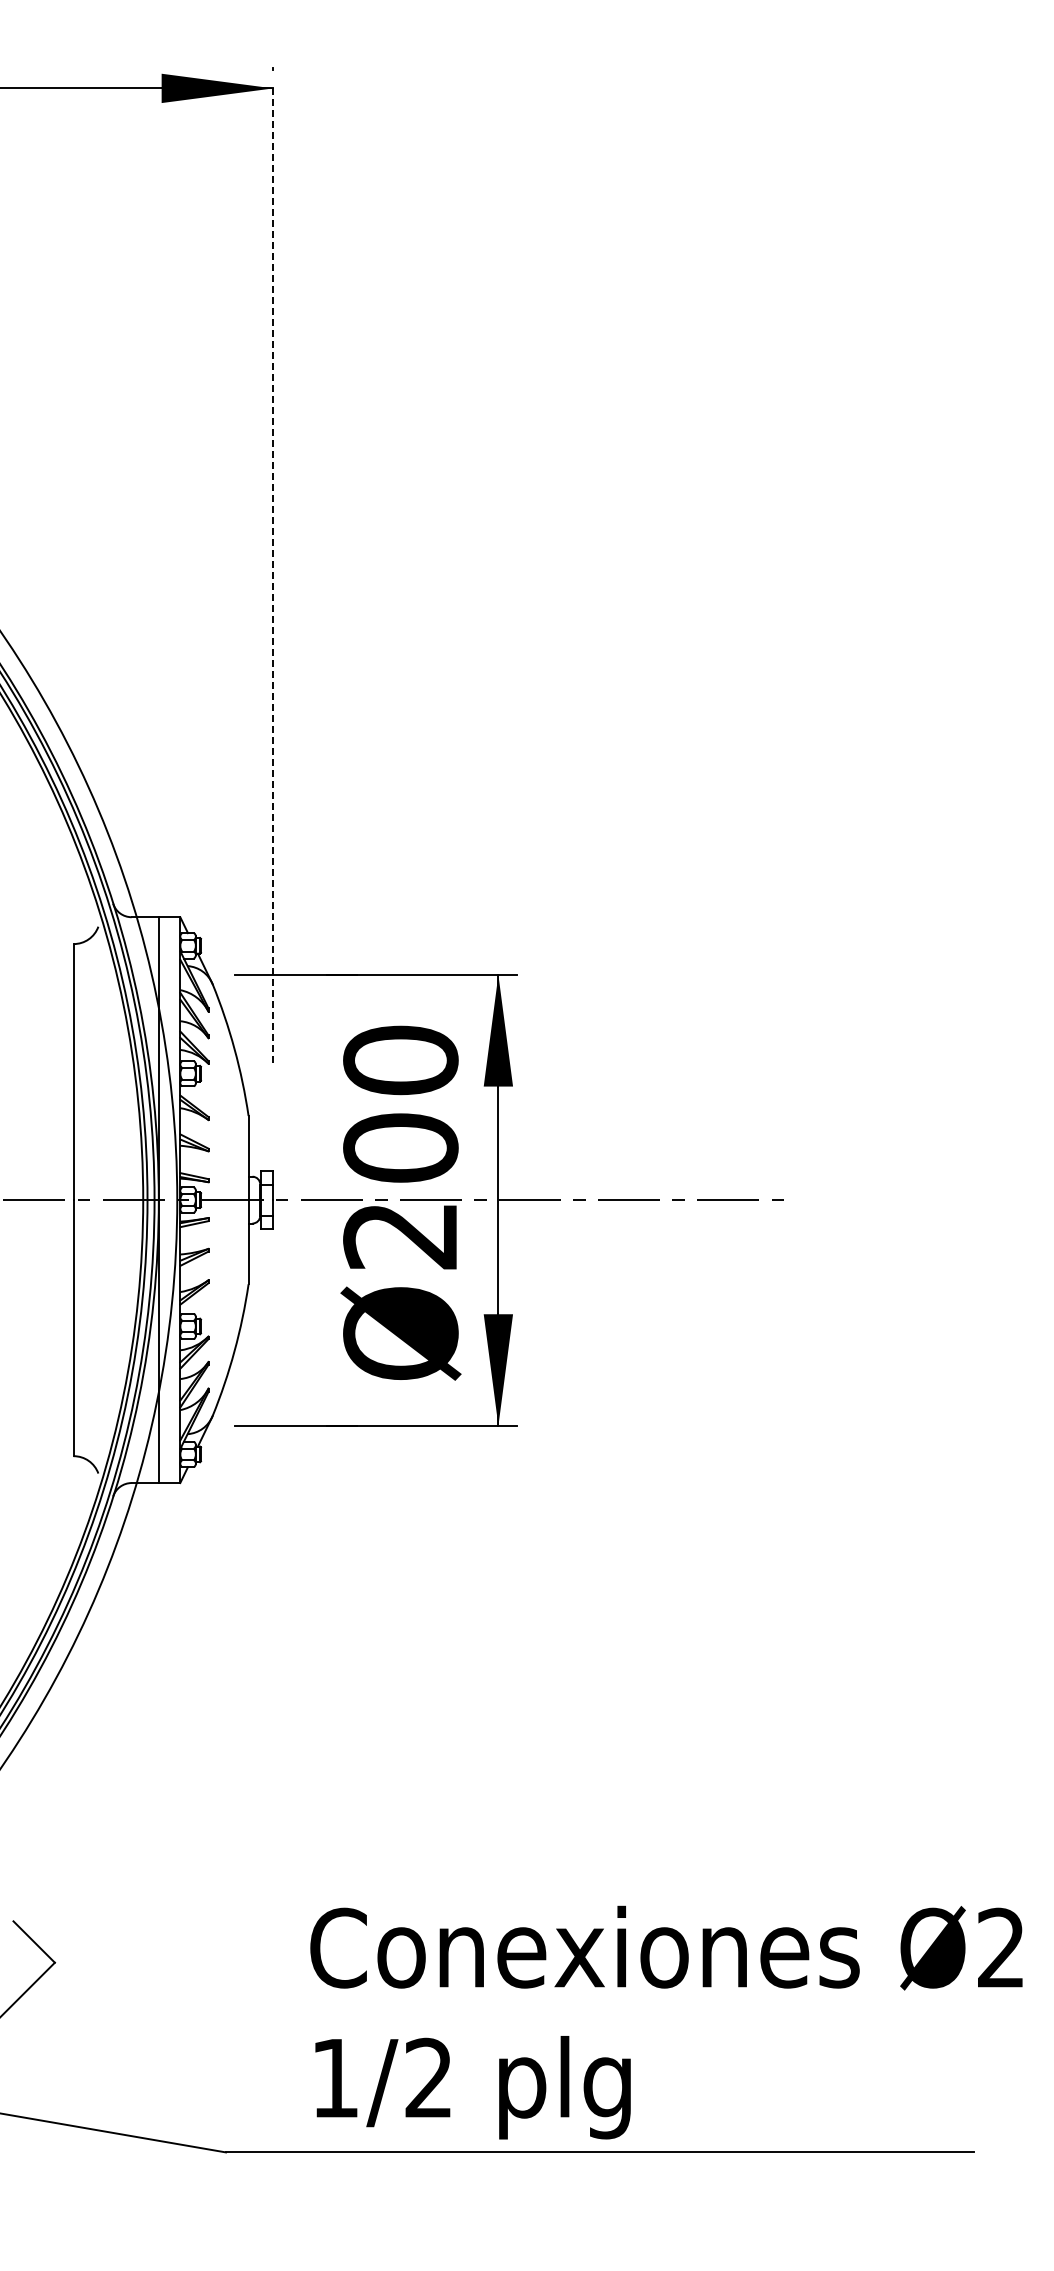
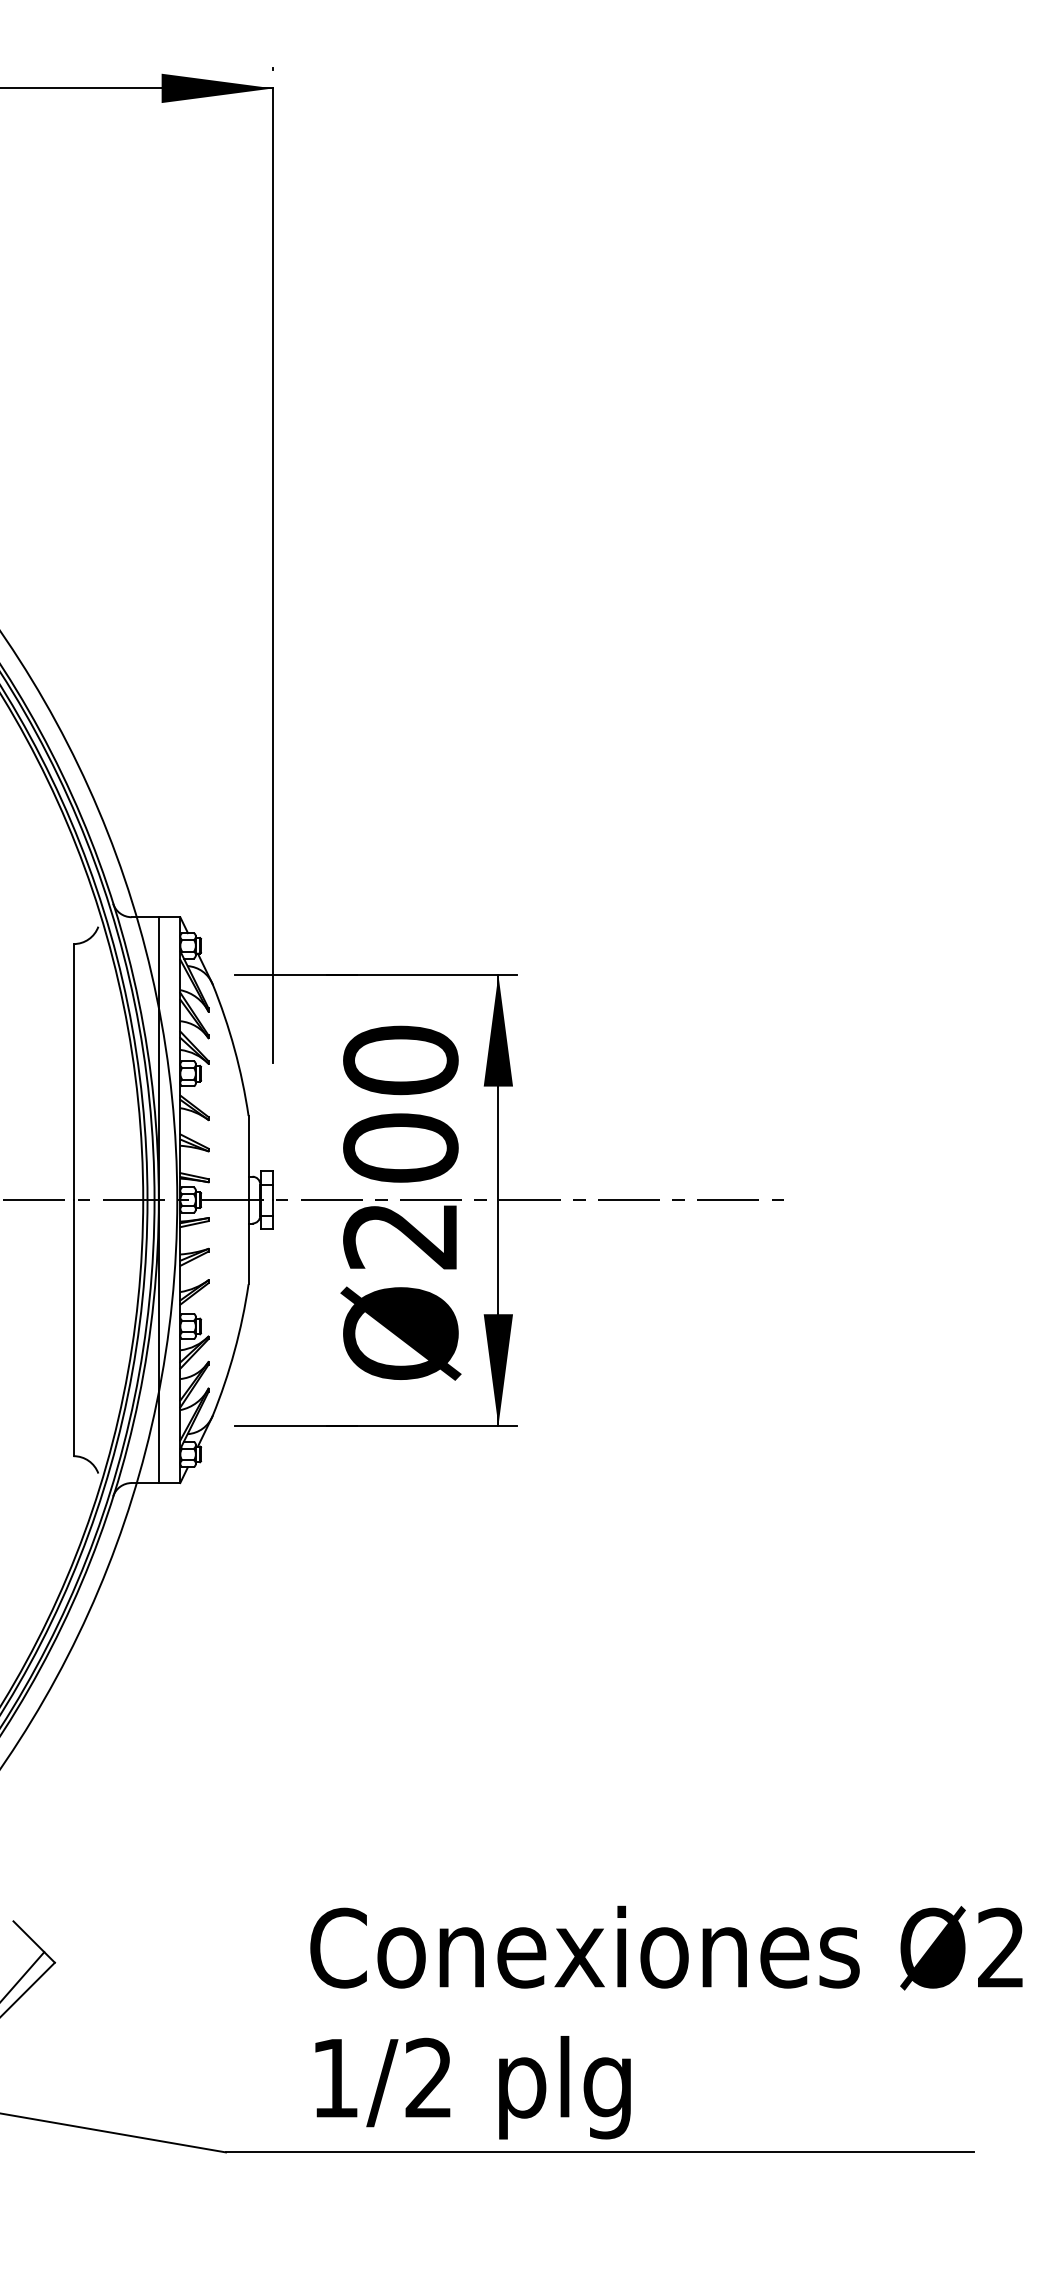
line at (273, 575): dashed -> solid
line at (23, 1975): none -> present
